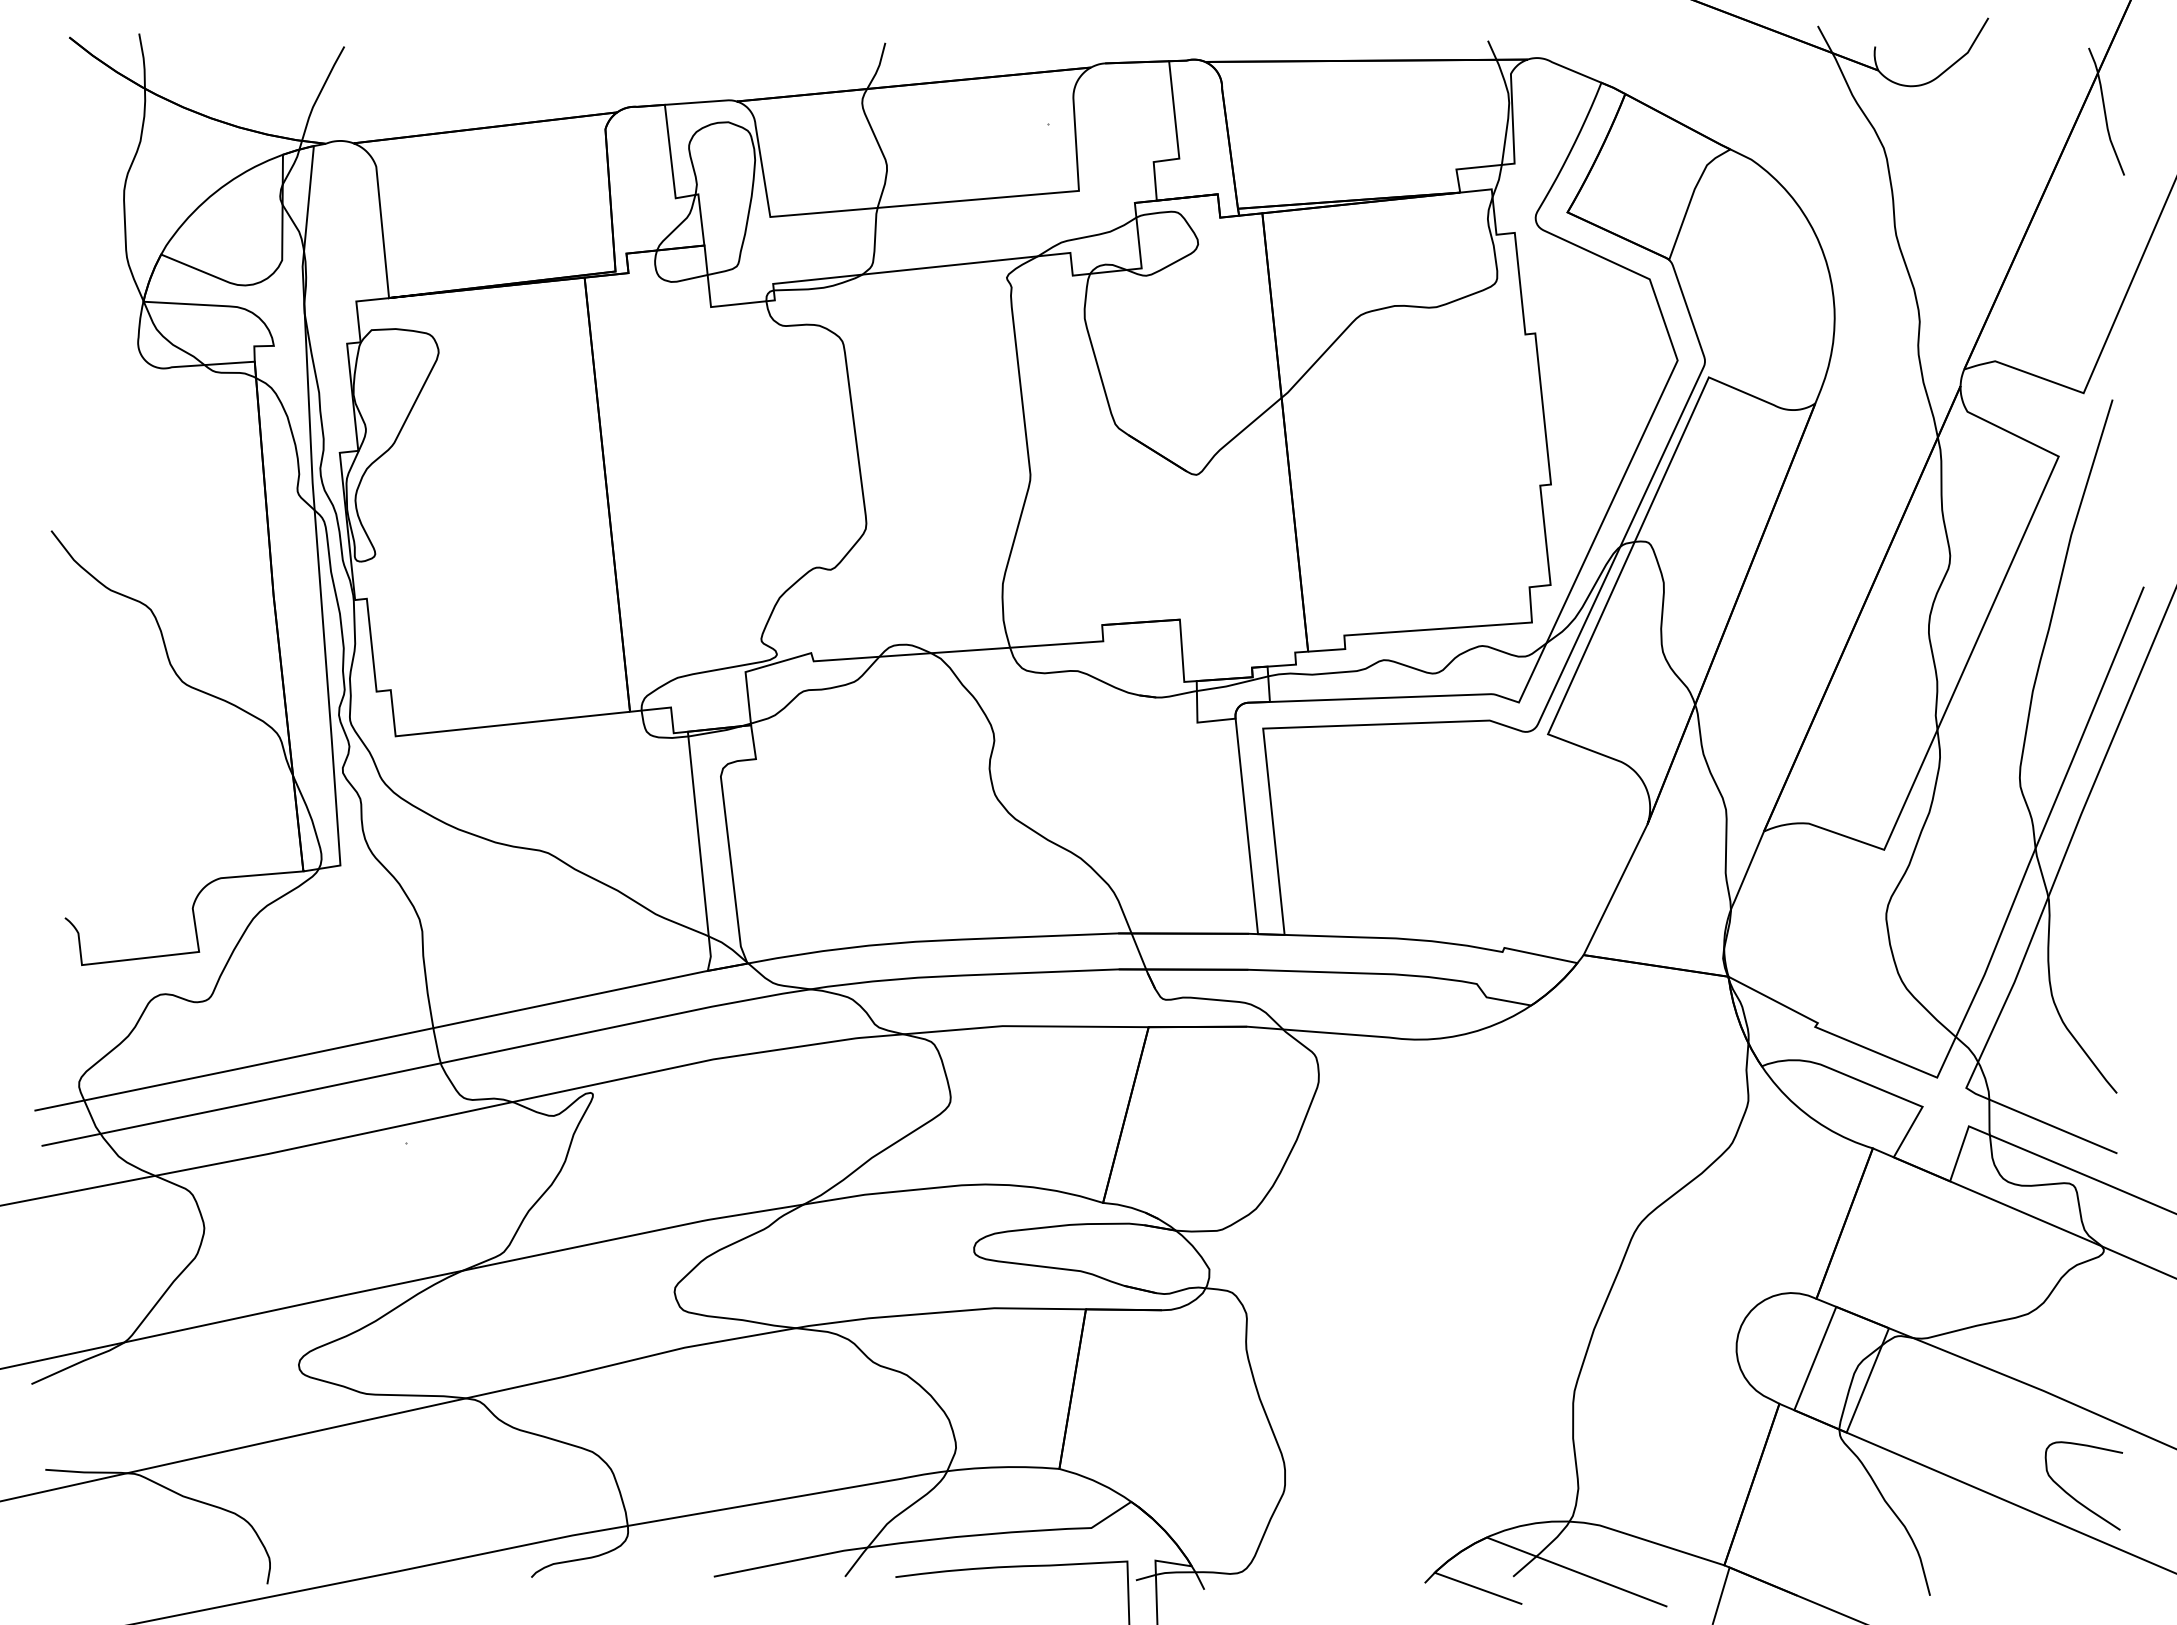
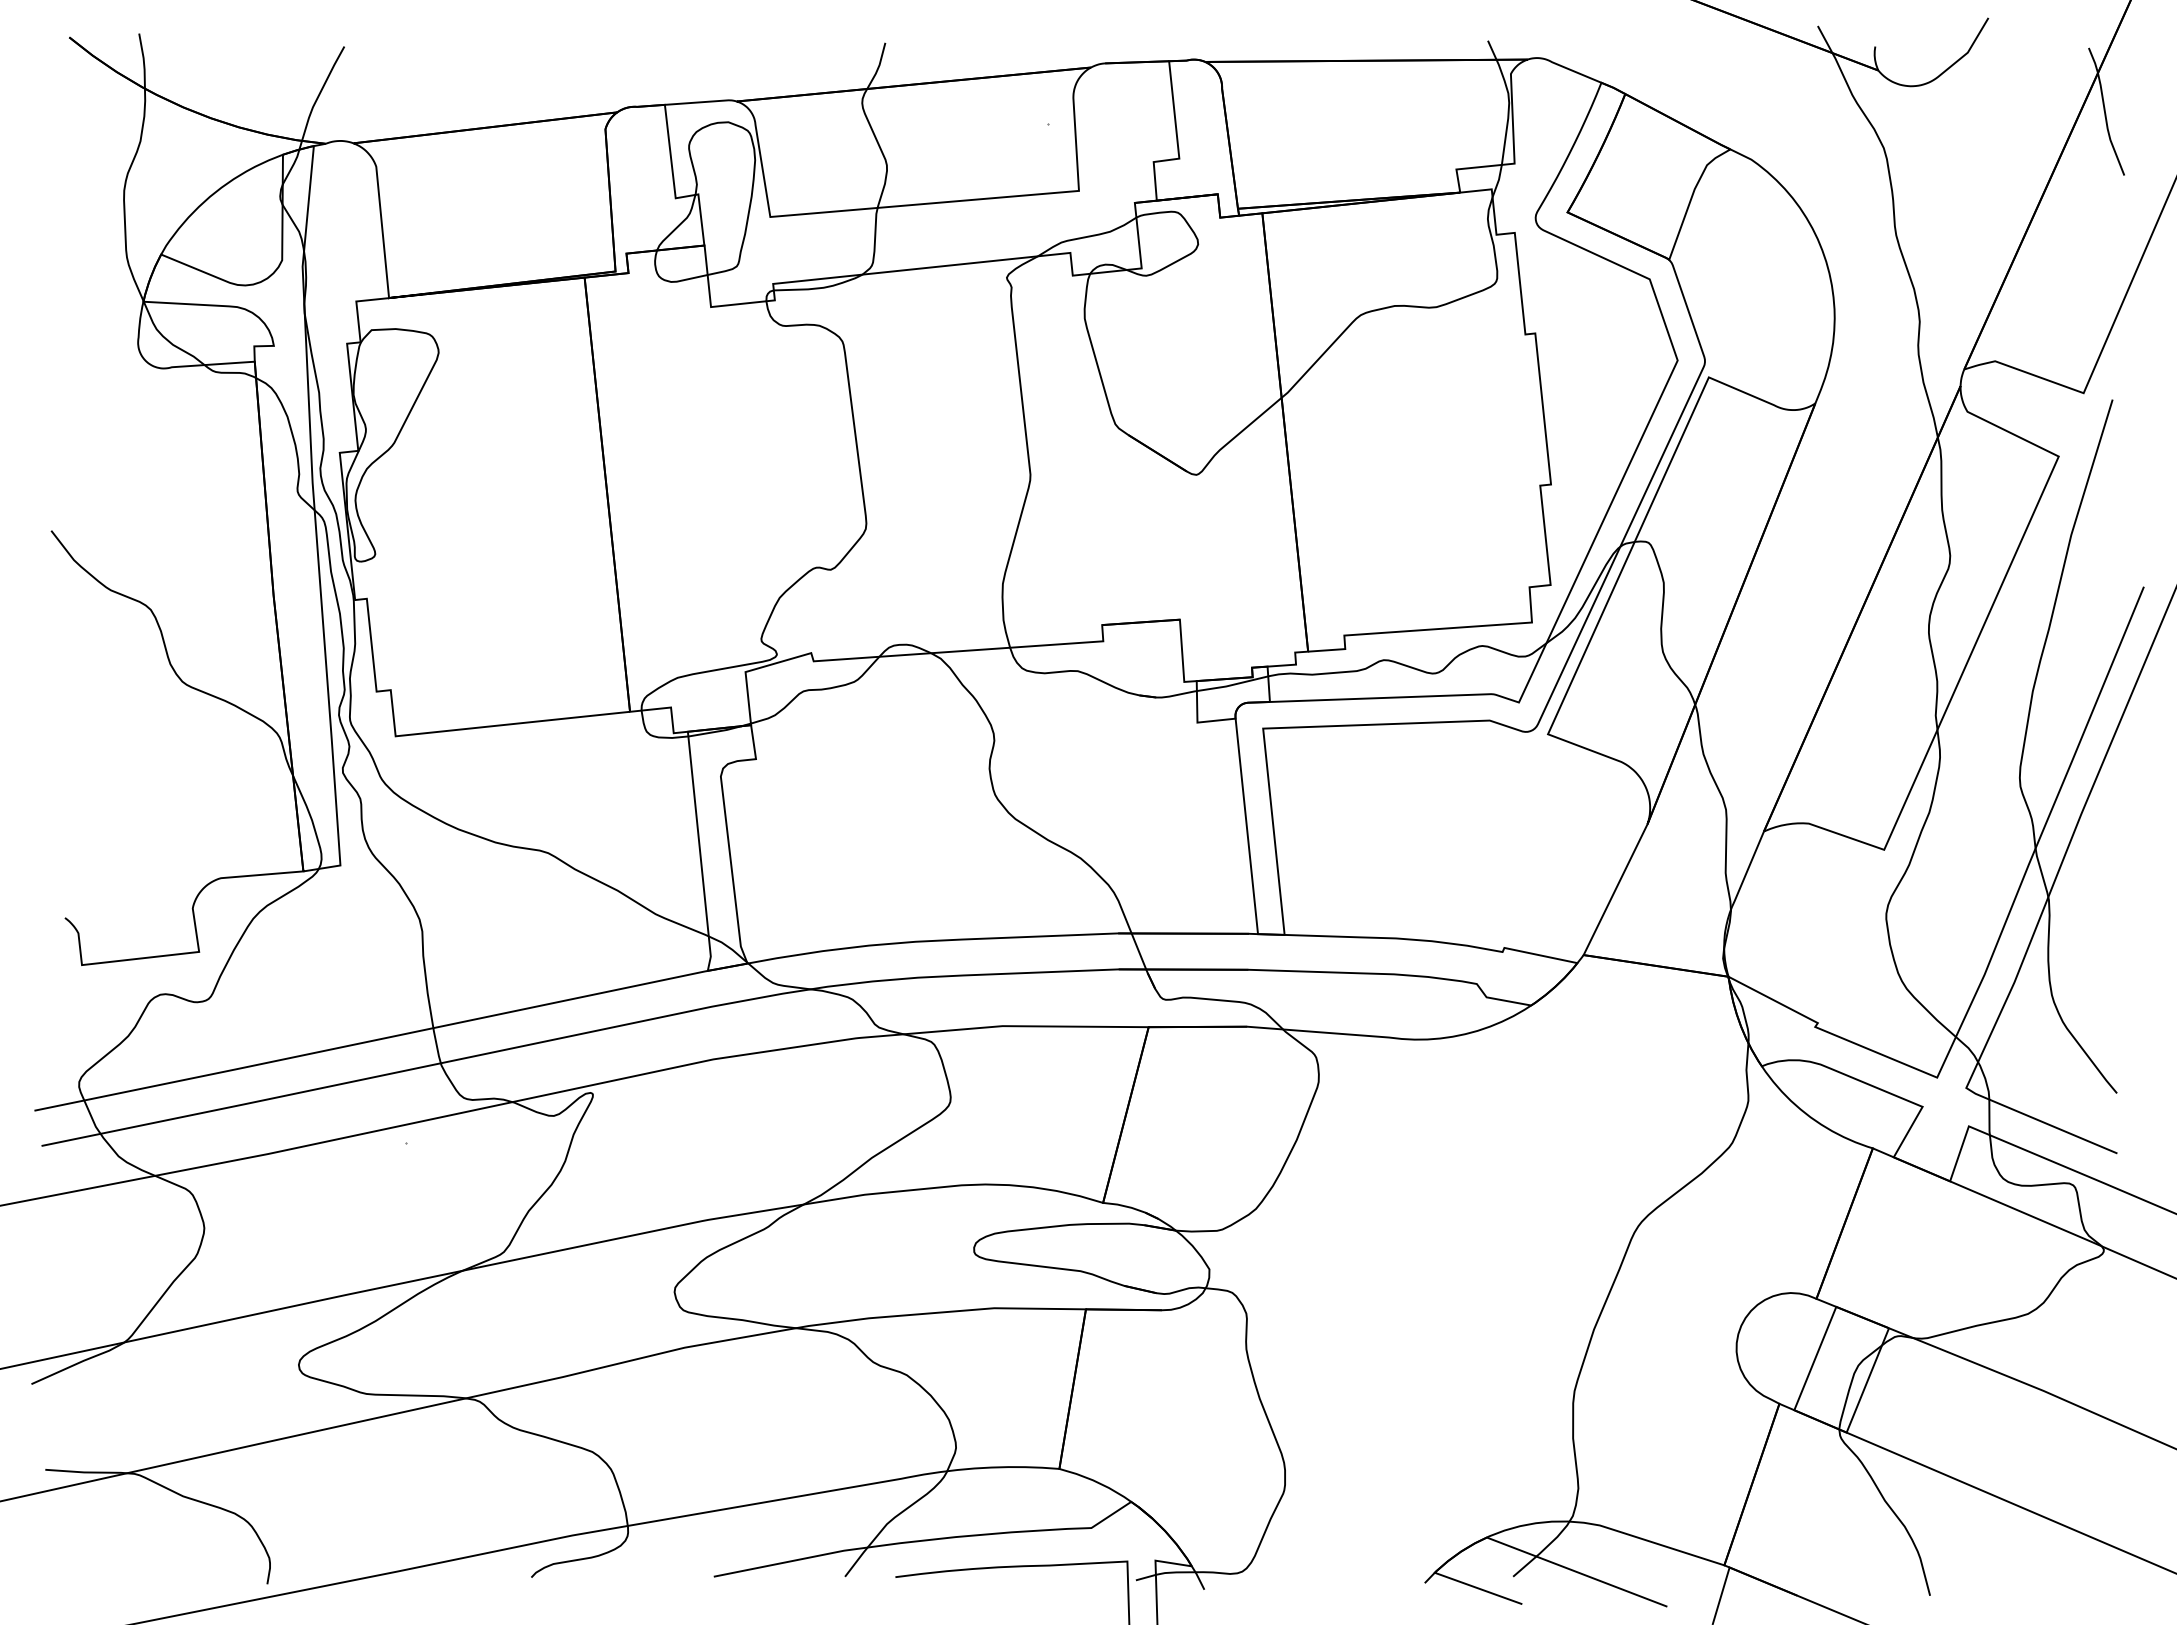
curve at (2074, 1497): present -> none
